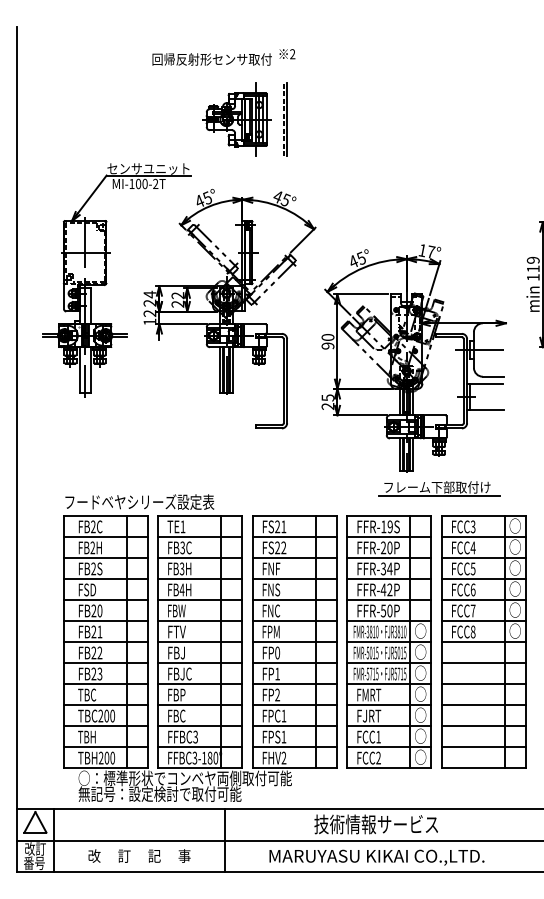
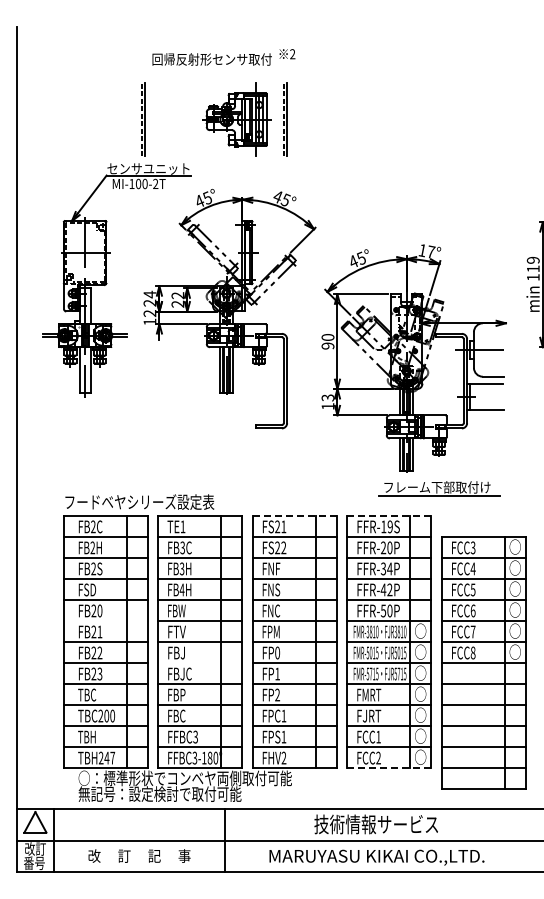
line at (144, 119): none -> present
text at (327, 401): 25 -> 13
line at (295, 515): solid -> dashed
line at (389, 515): solid -> dashed
line at (105, 620): present -> none
part at (483, 641) position: (483, 641) -> (483, 662)
line at (200, 662): present -> none
text at (109, 757): TBH200 -> TBH247
line at (389, 768): solid -> dashed
